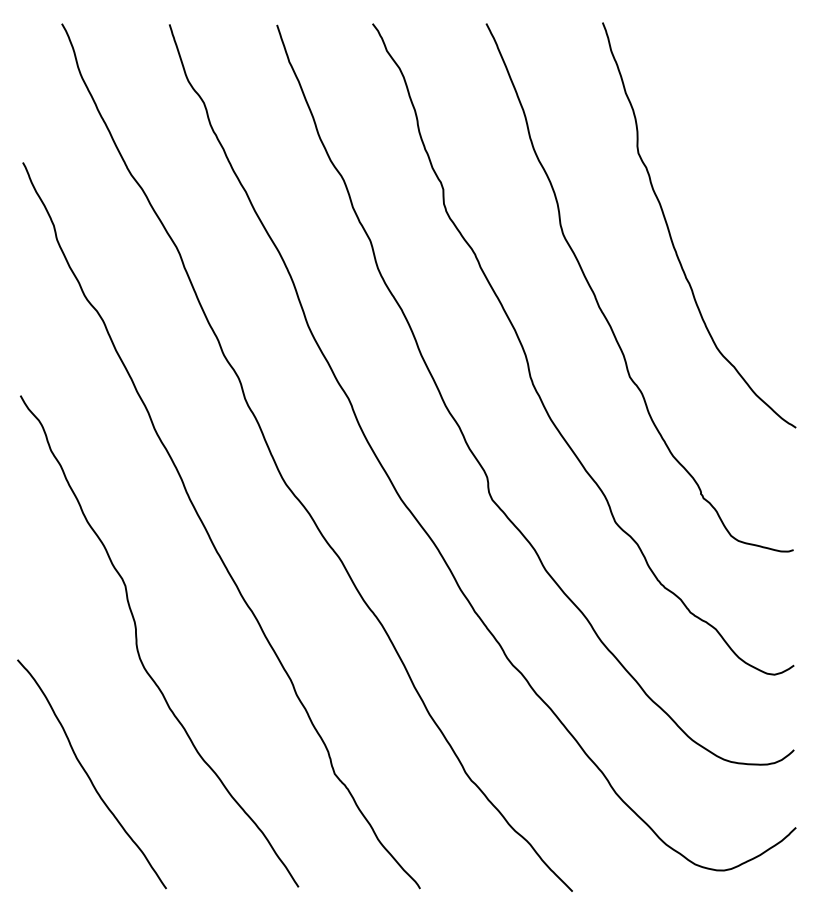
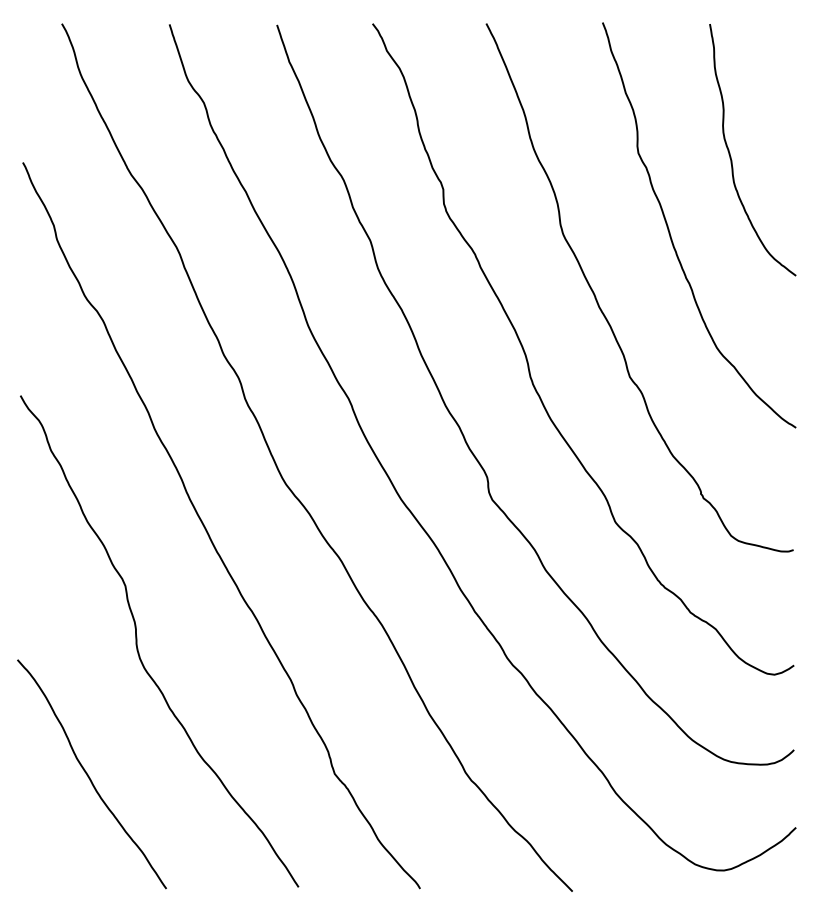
curve at (731, 156): none -> present
